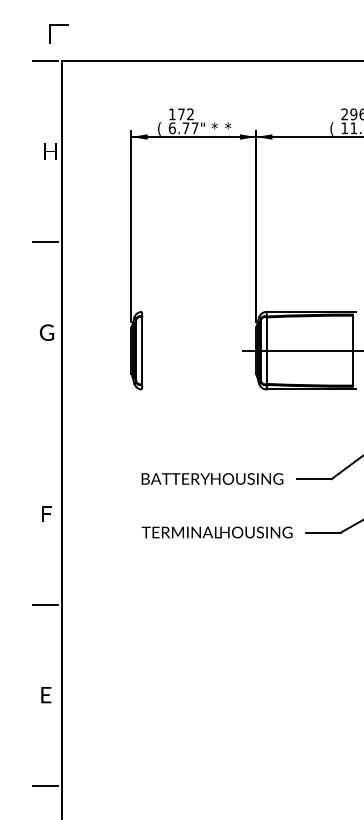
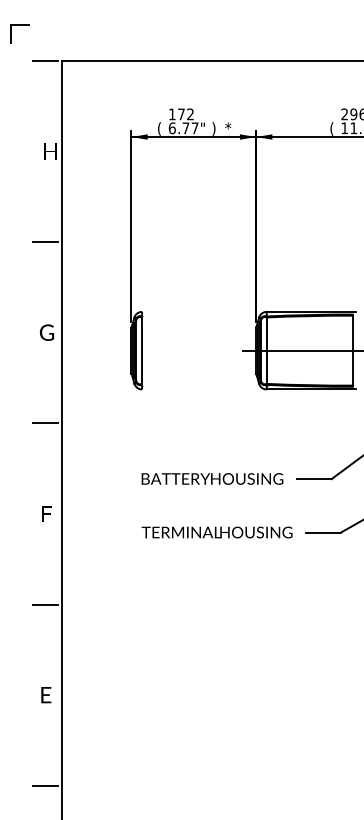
part at (58, 25) position: (58, 25) -> (19, 25)
text at (214, 128): * -> )
line at (45, 423): none -> present
